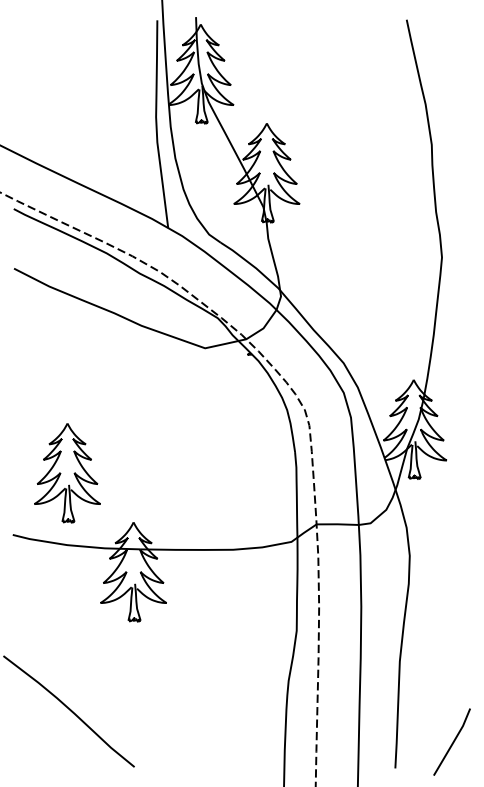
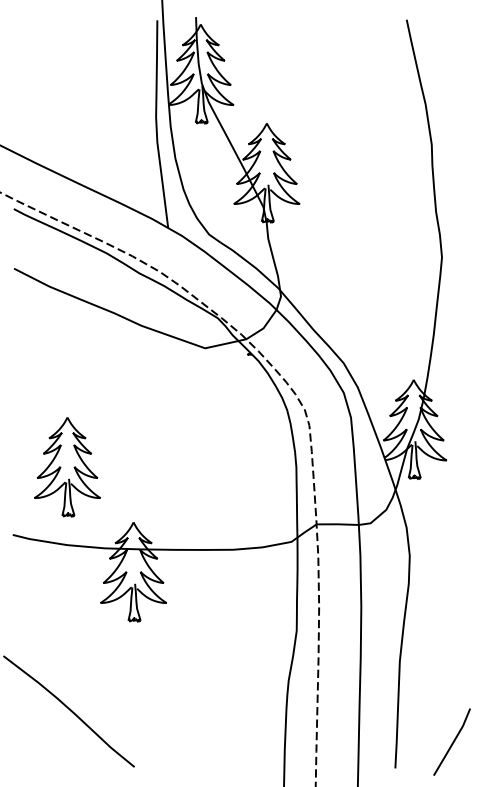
part at (67, 473) position: (67, 473) -> (67, 467)
